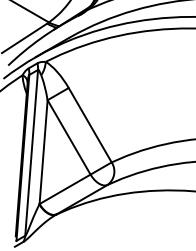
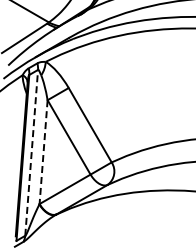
line at (31, 152): solid -> dashed
line at (43, 152): solid -> dashed
